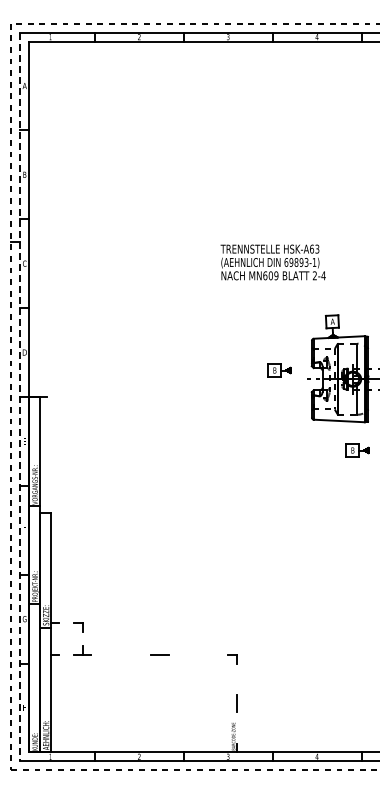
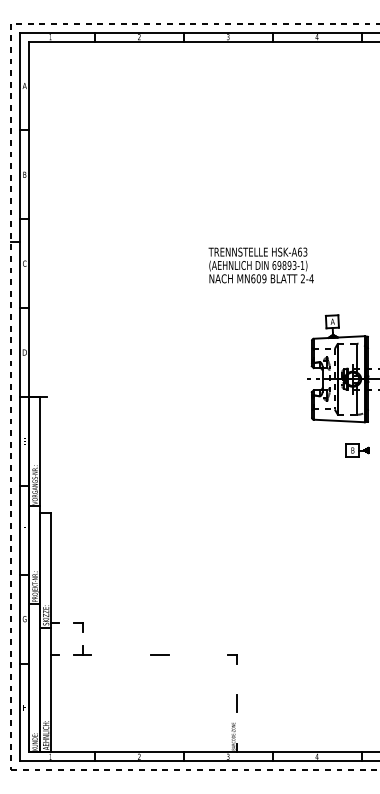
text at (272, 262) position: (272, 262) -> (260, 265)
part at (279, 370): present -> none
line at (20, 397): dashed -> solid
